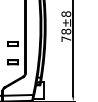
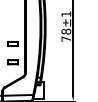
text at (66, 14): 78±8 -> 78±1
